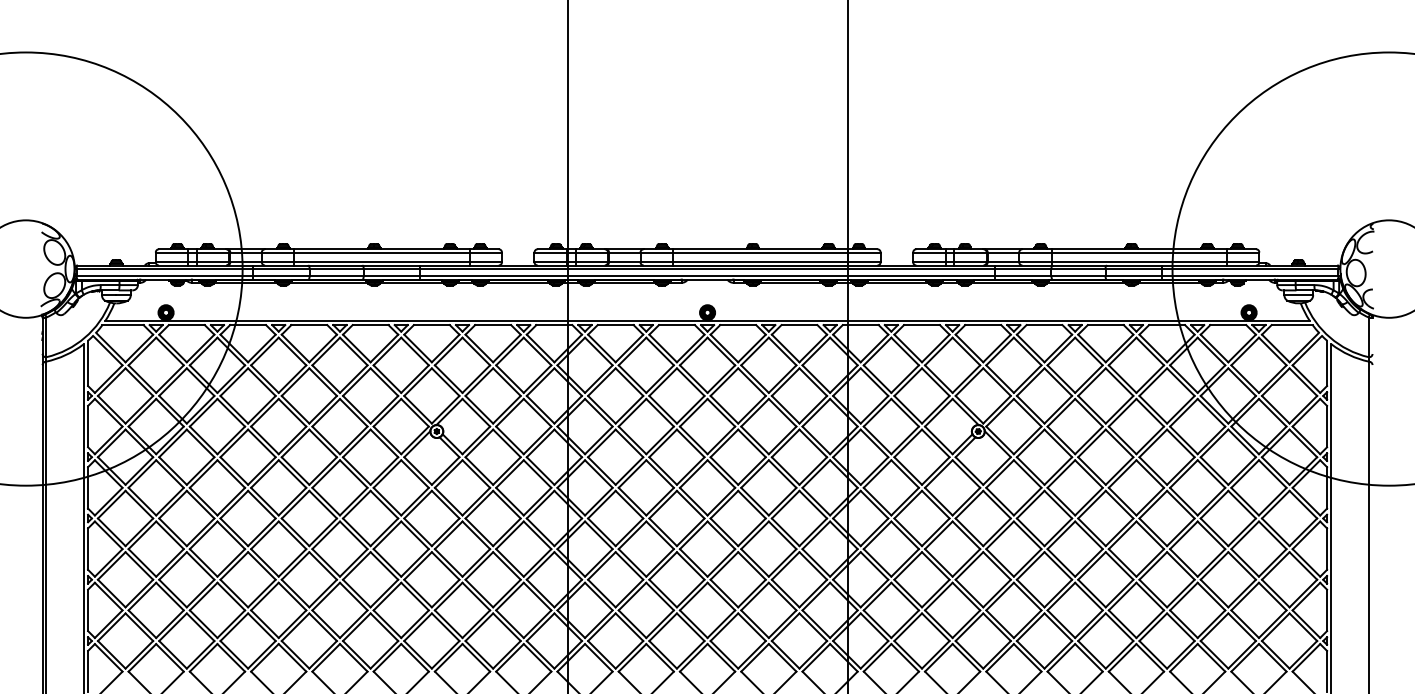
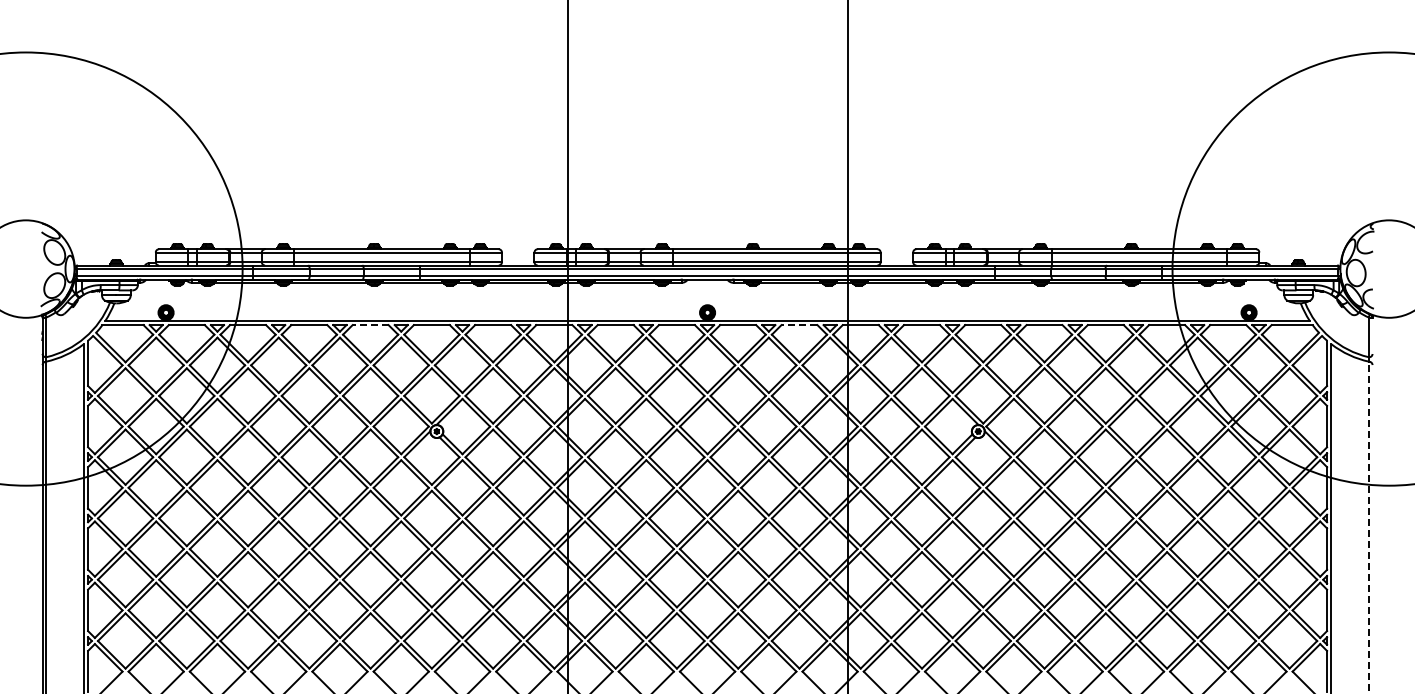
line at (370, 325): solid -> dashed
line at (799, 325): solid -> dashed
line at (1369, 527): solid -> dashed
